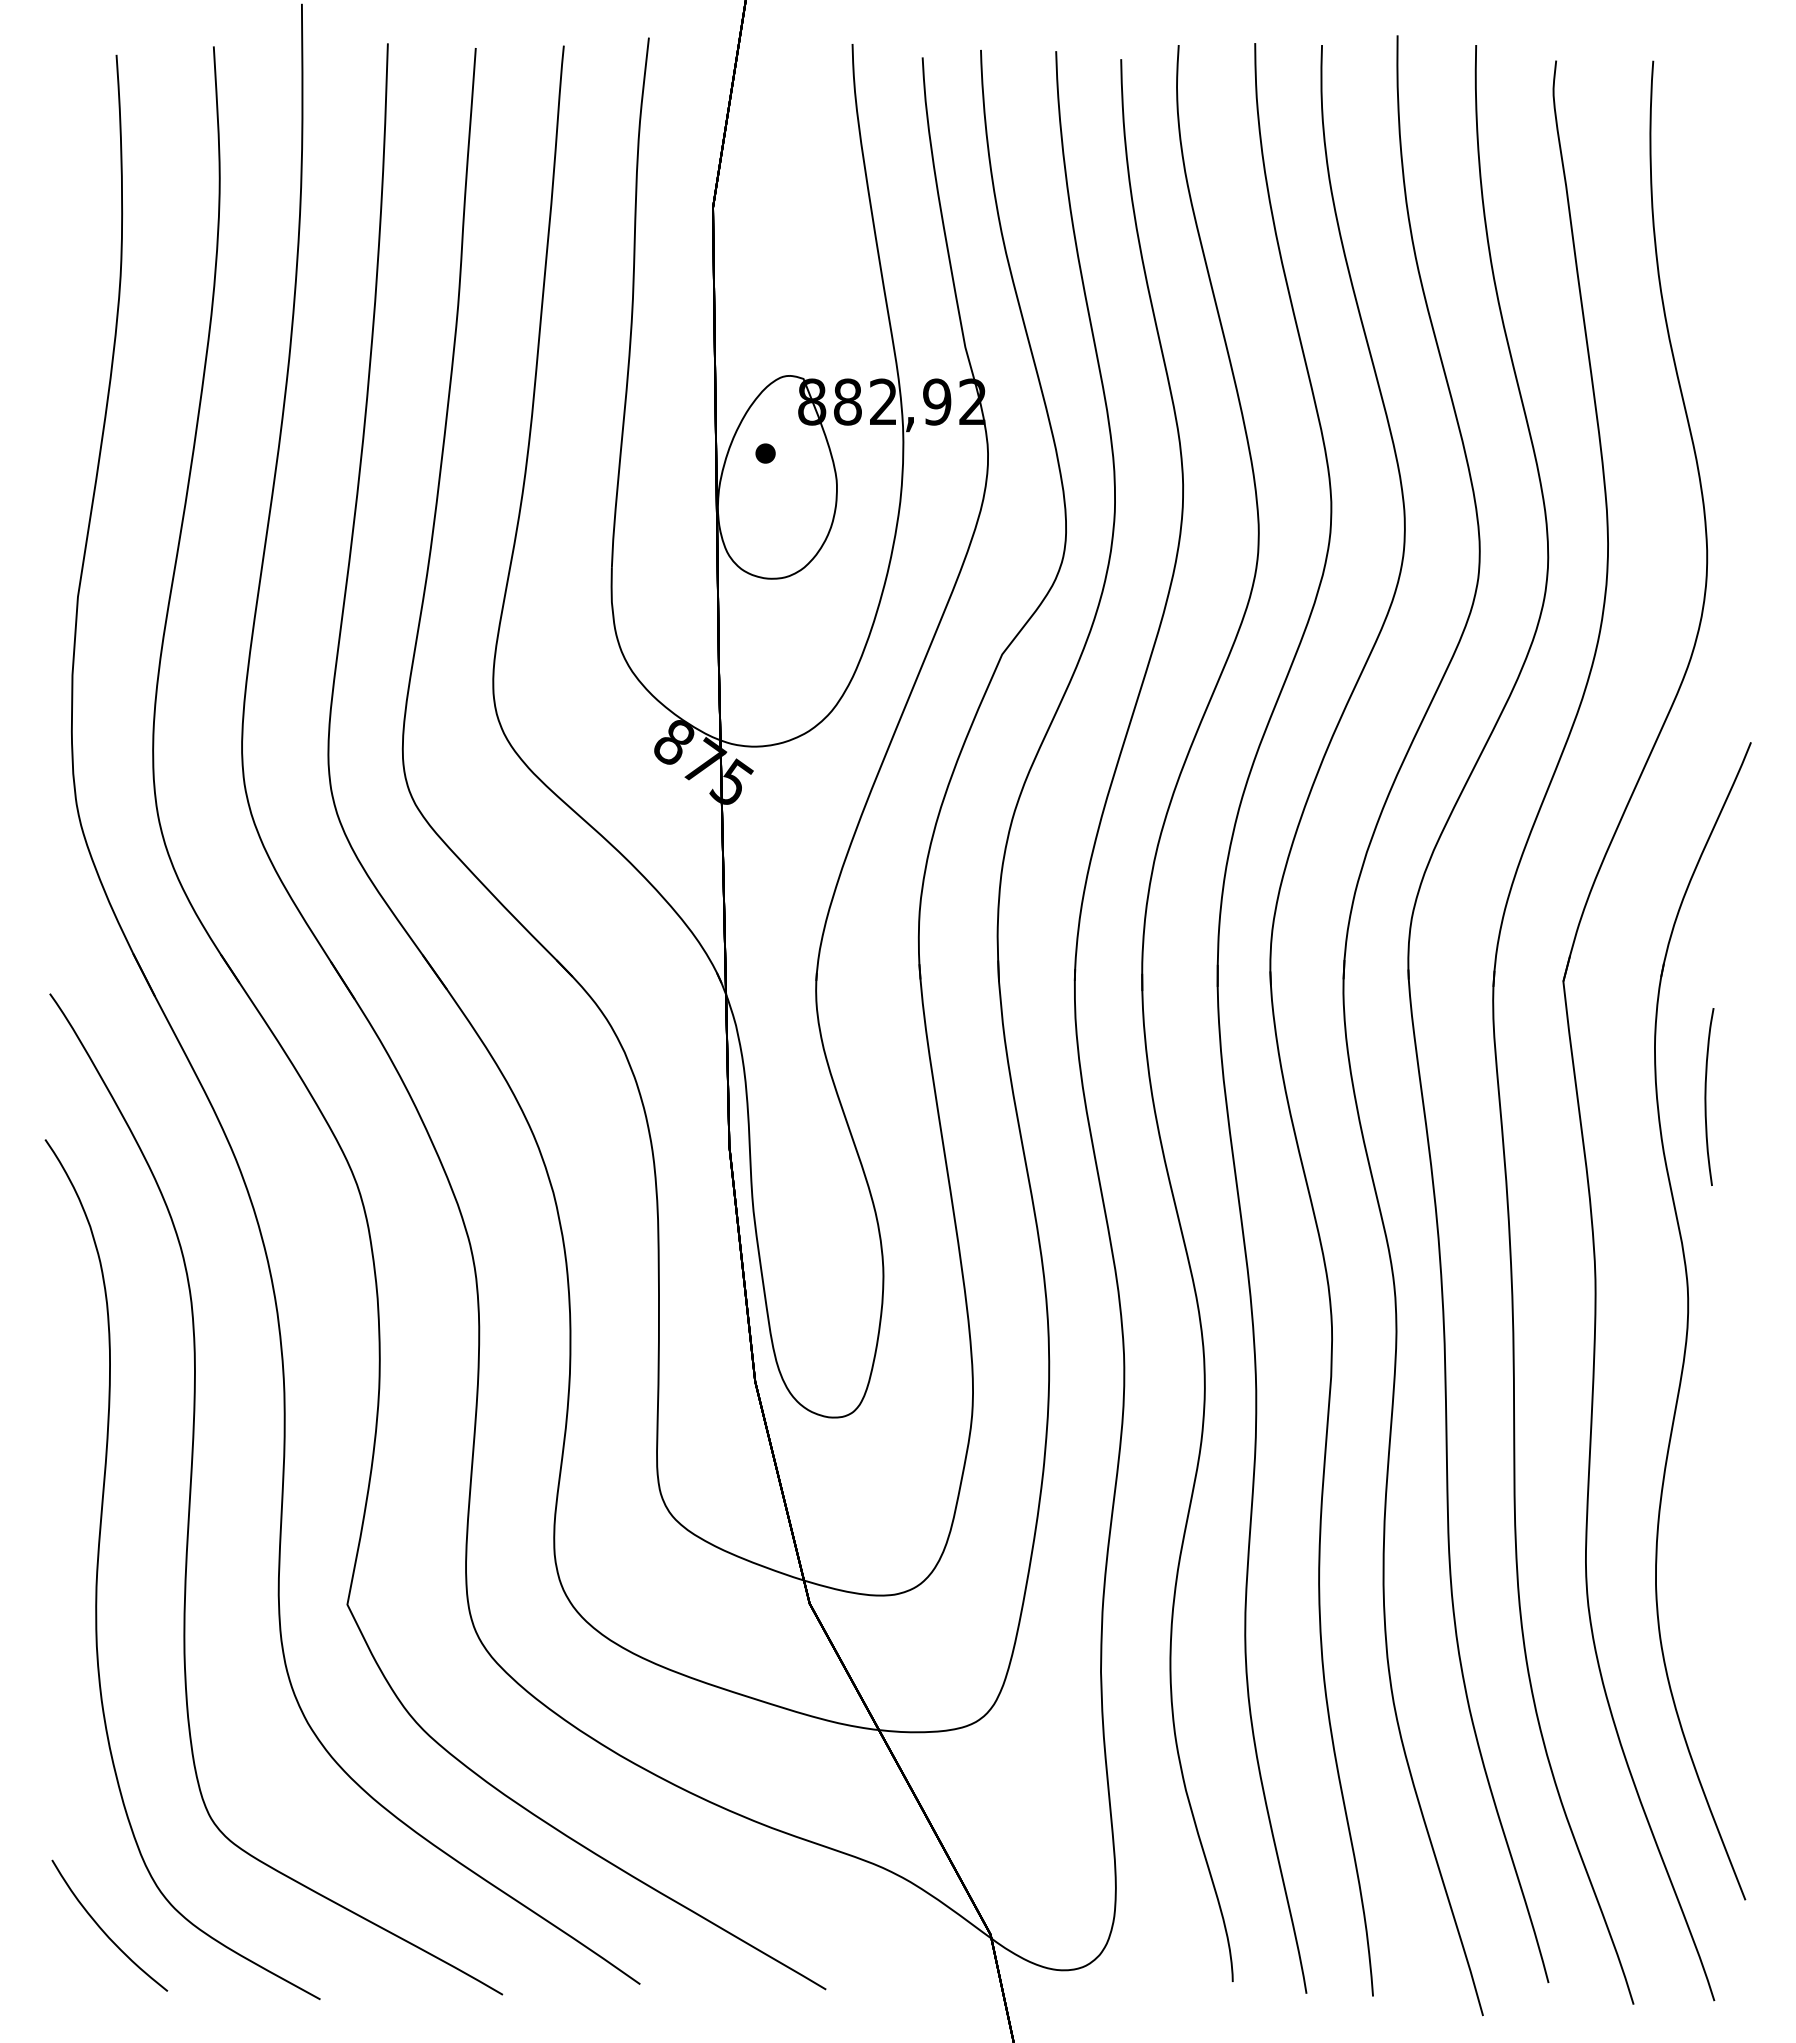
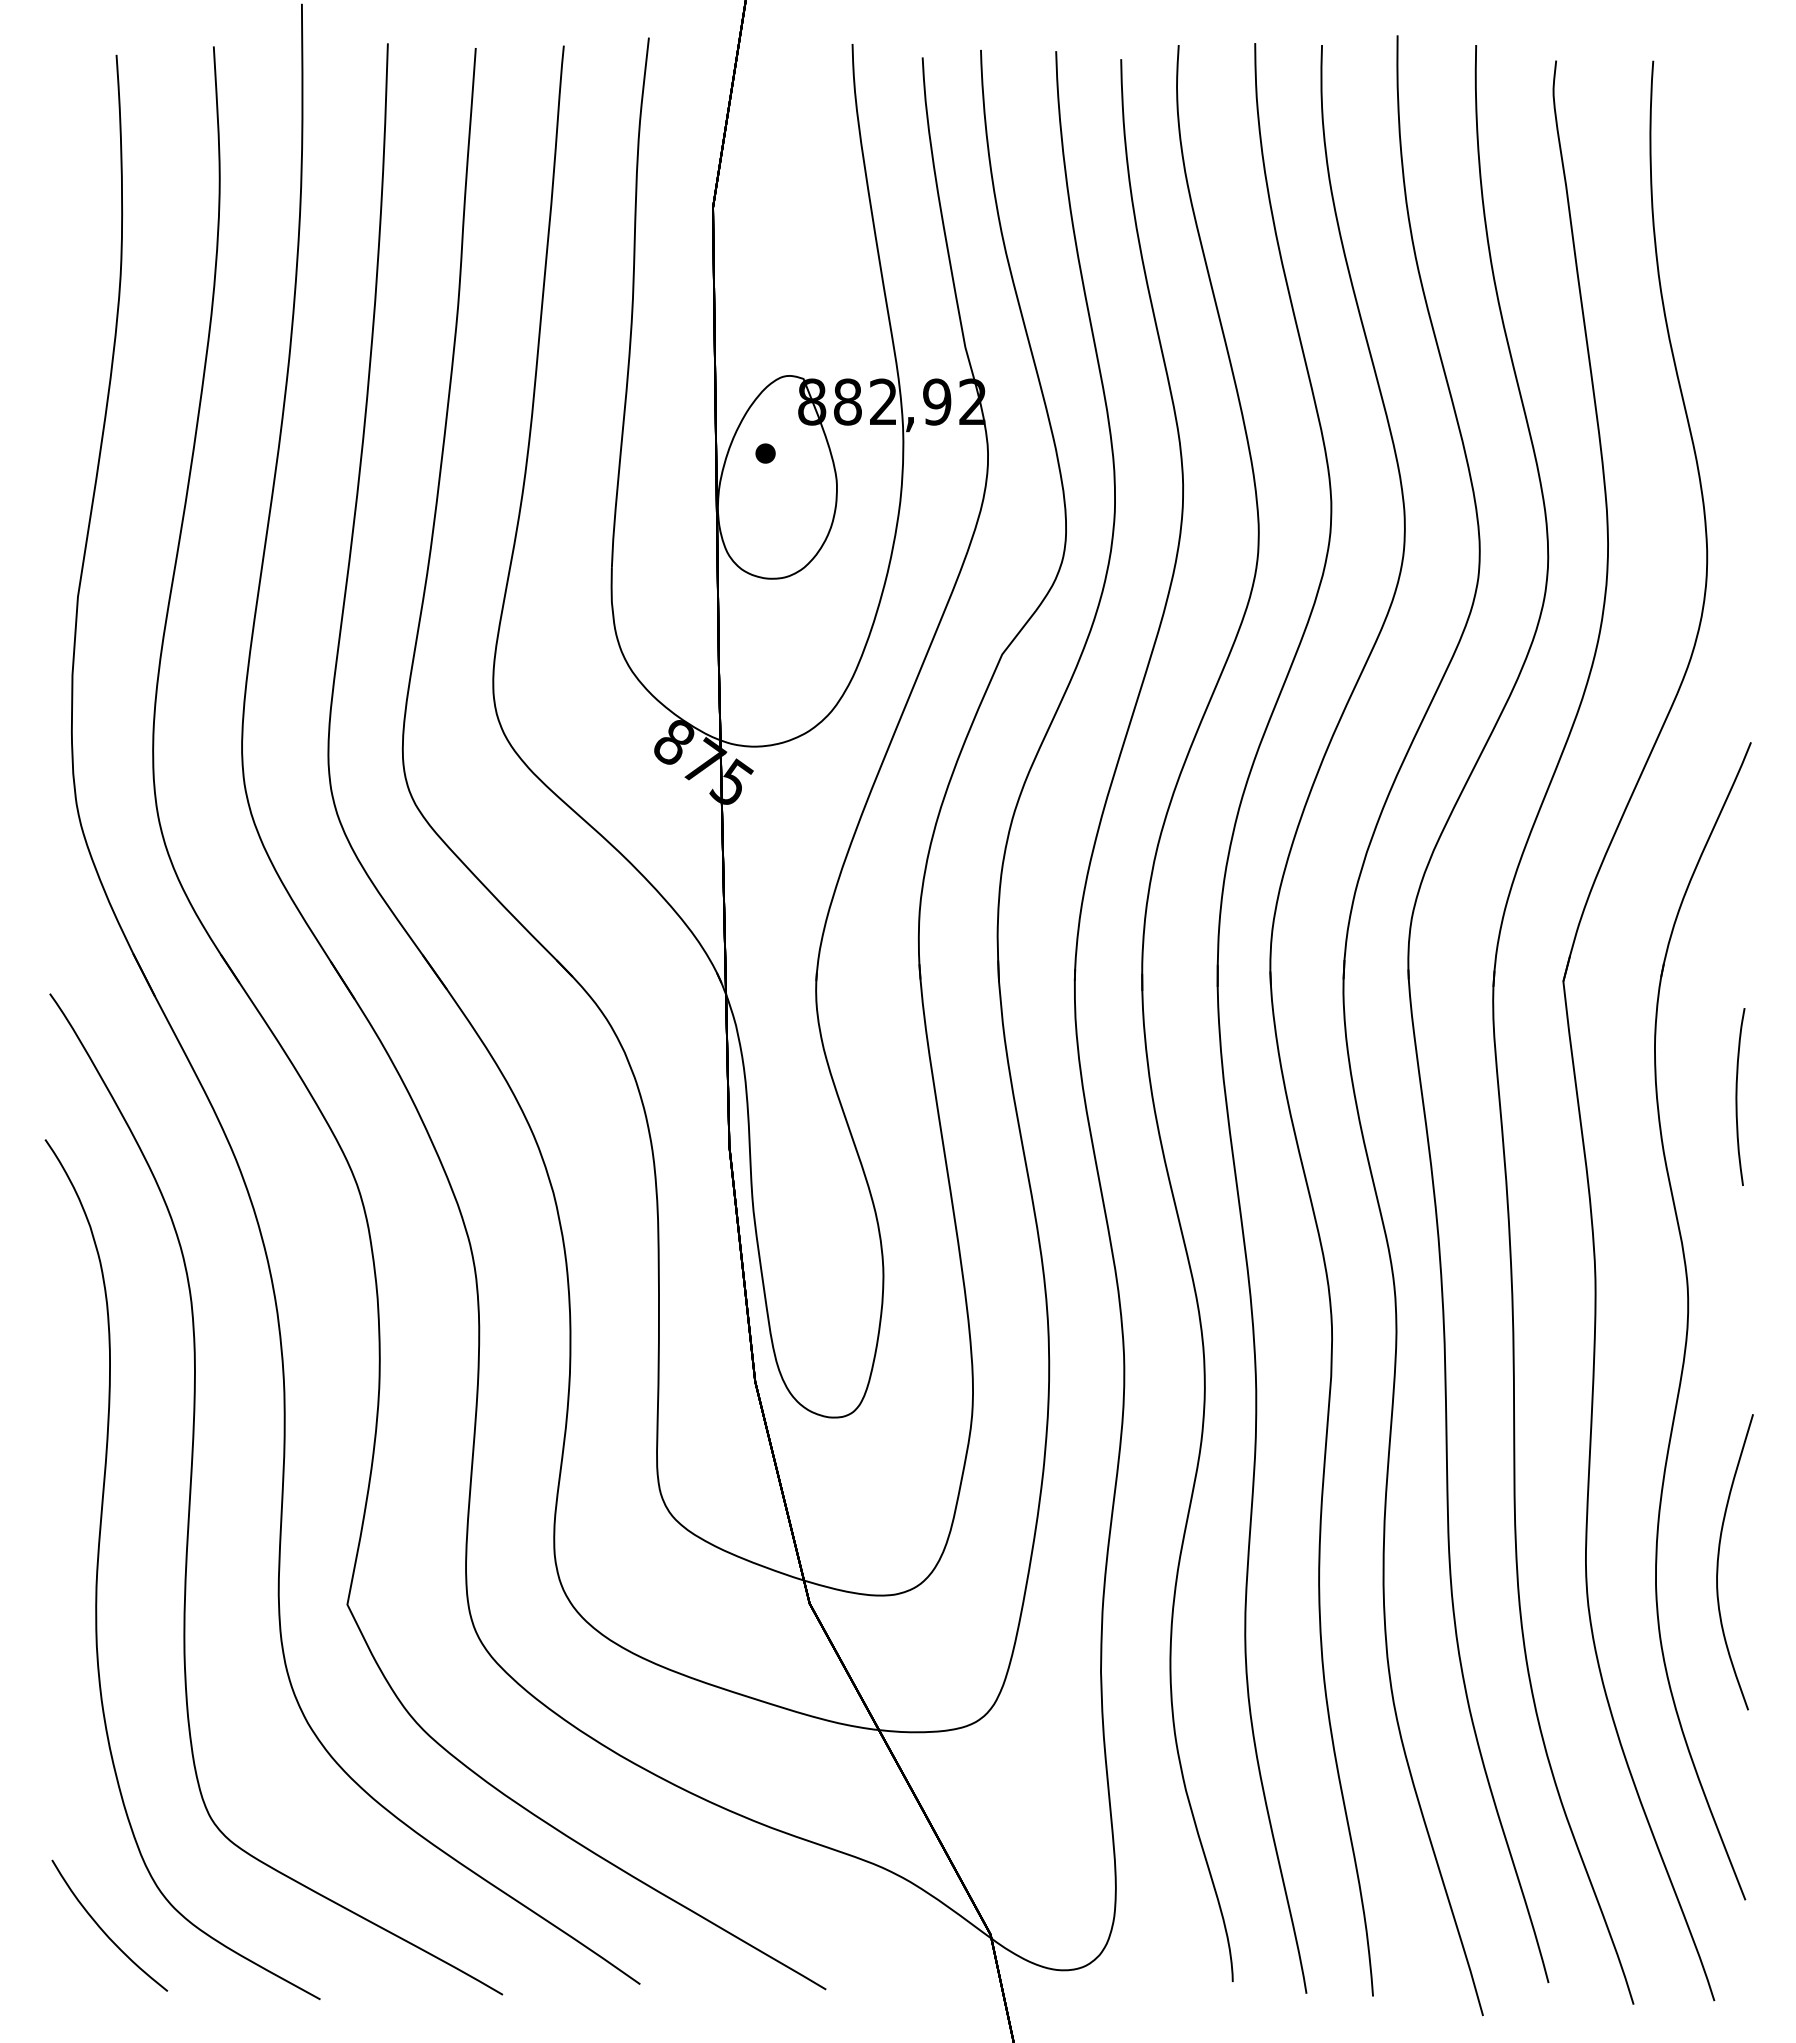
curve at (1706, 1096) position: (1706, 1096) -> (1737, 1096)
curve at (1719, 1557): none -> present
